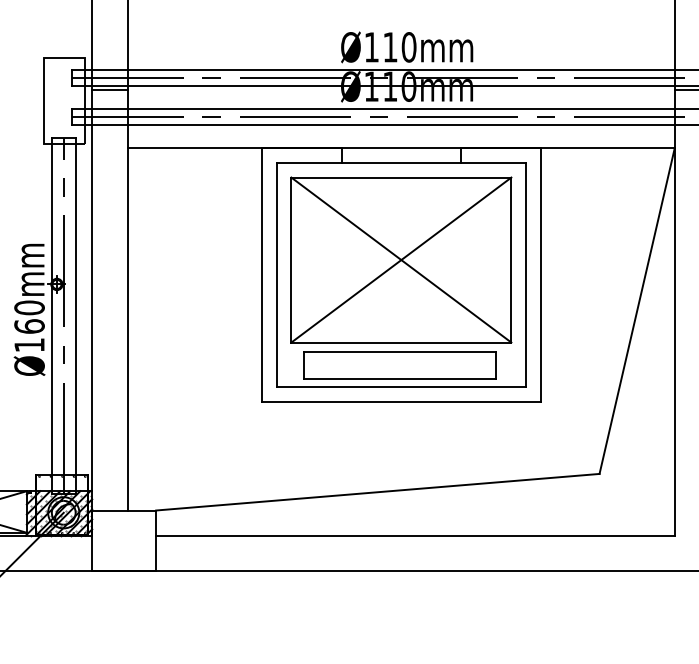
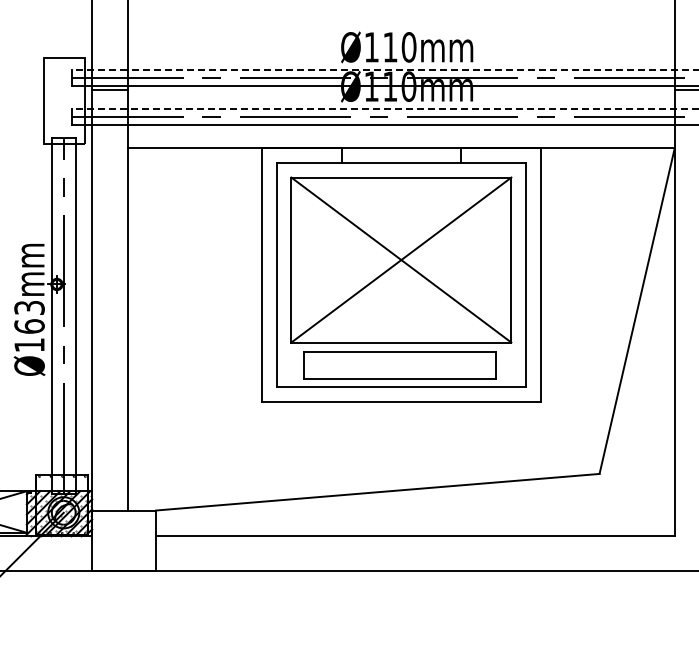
line at (384, 69): solid -> dashed
line at (385, 108): solid -> dashed
text at (29, 307): Ø160mm -> Ø163mm
